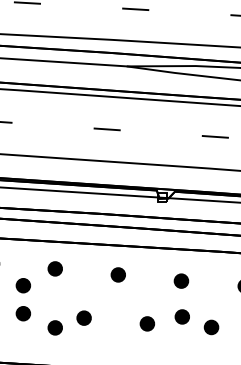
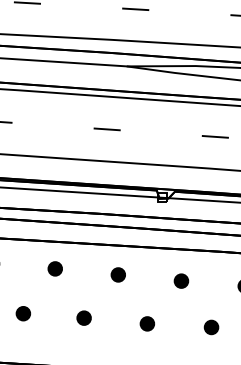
part at (22, 285): present -> none
part at (181, 316): present -> none
part at (54, 327): present -> none
